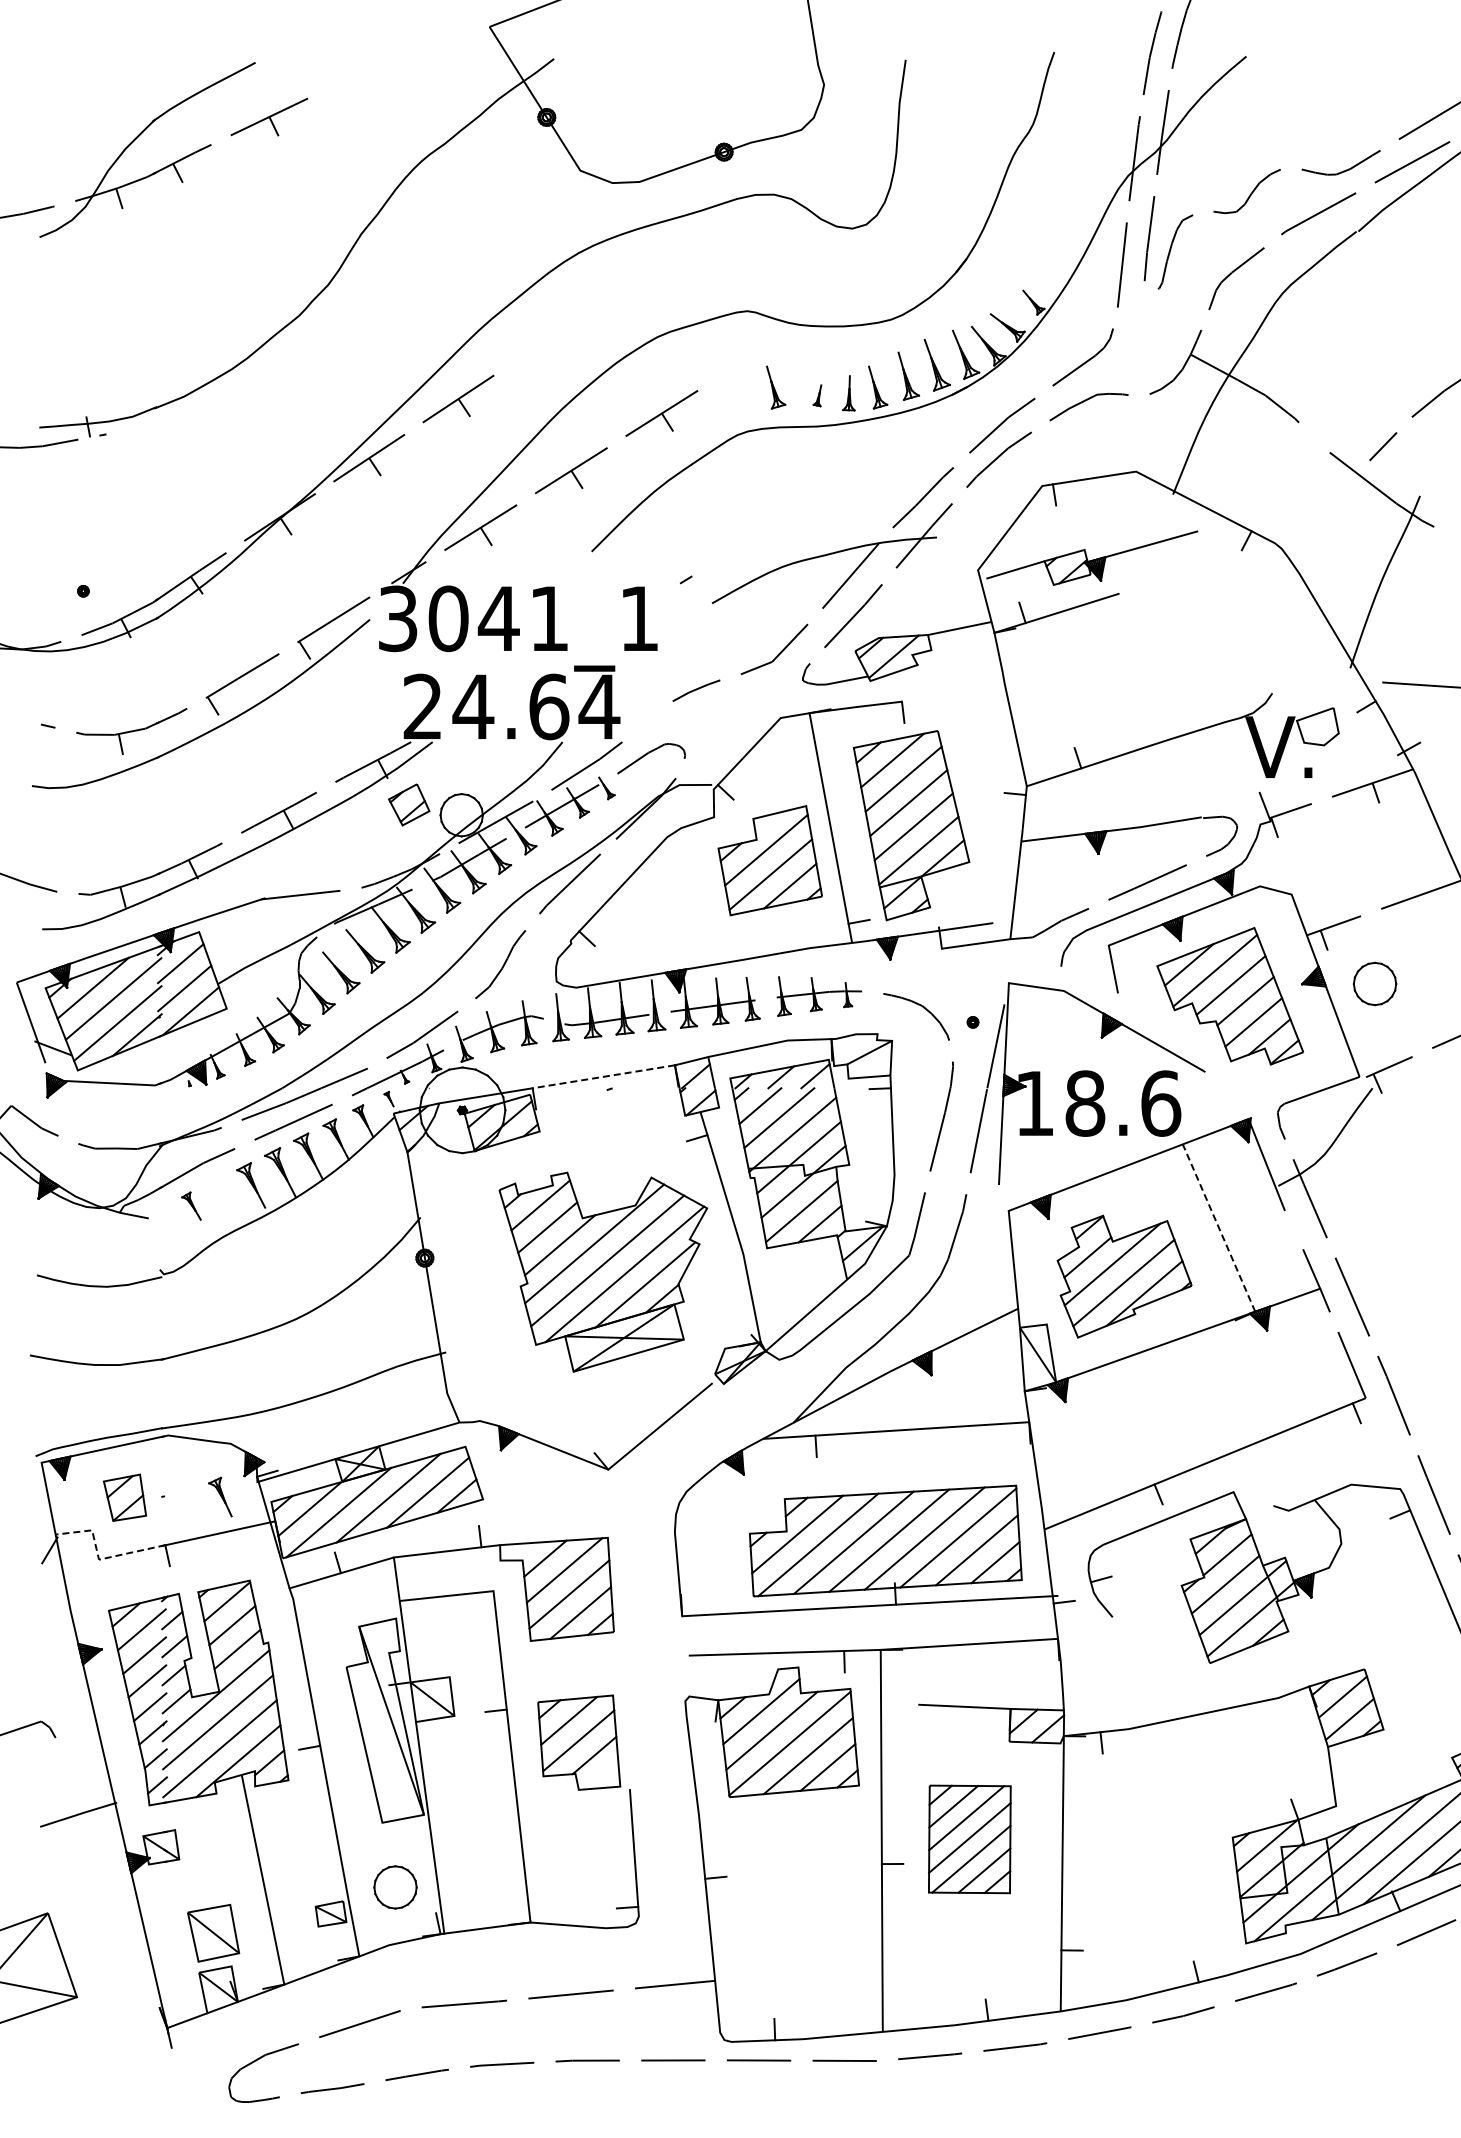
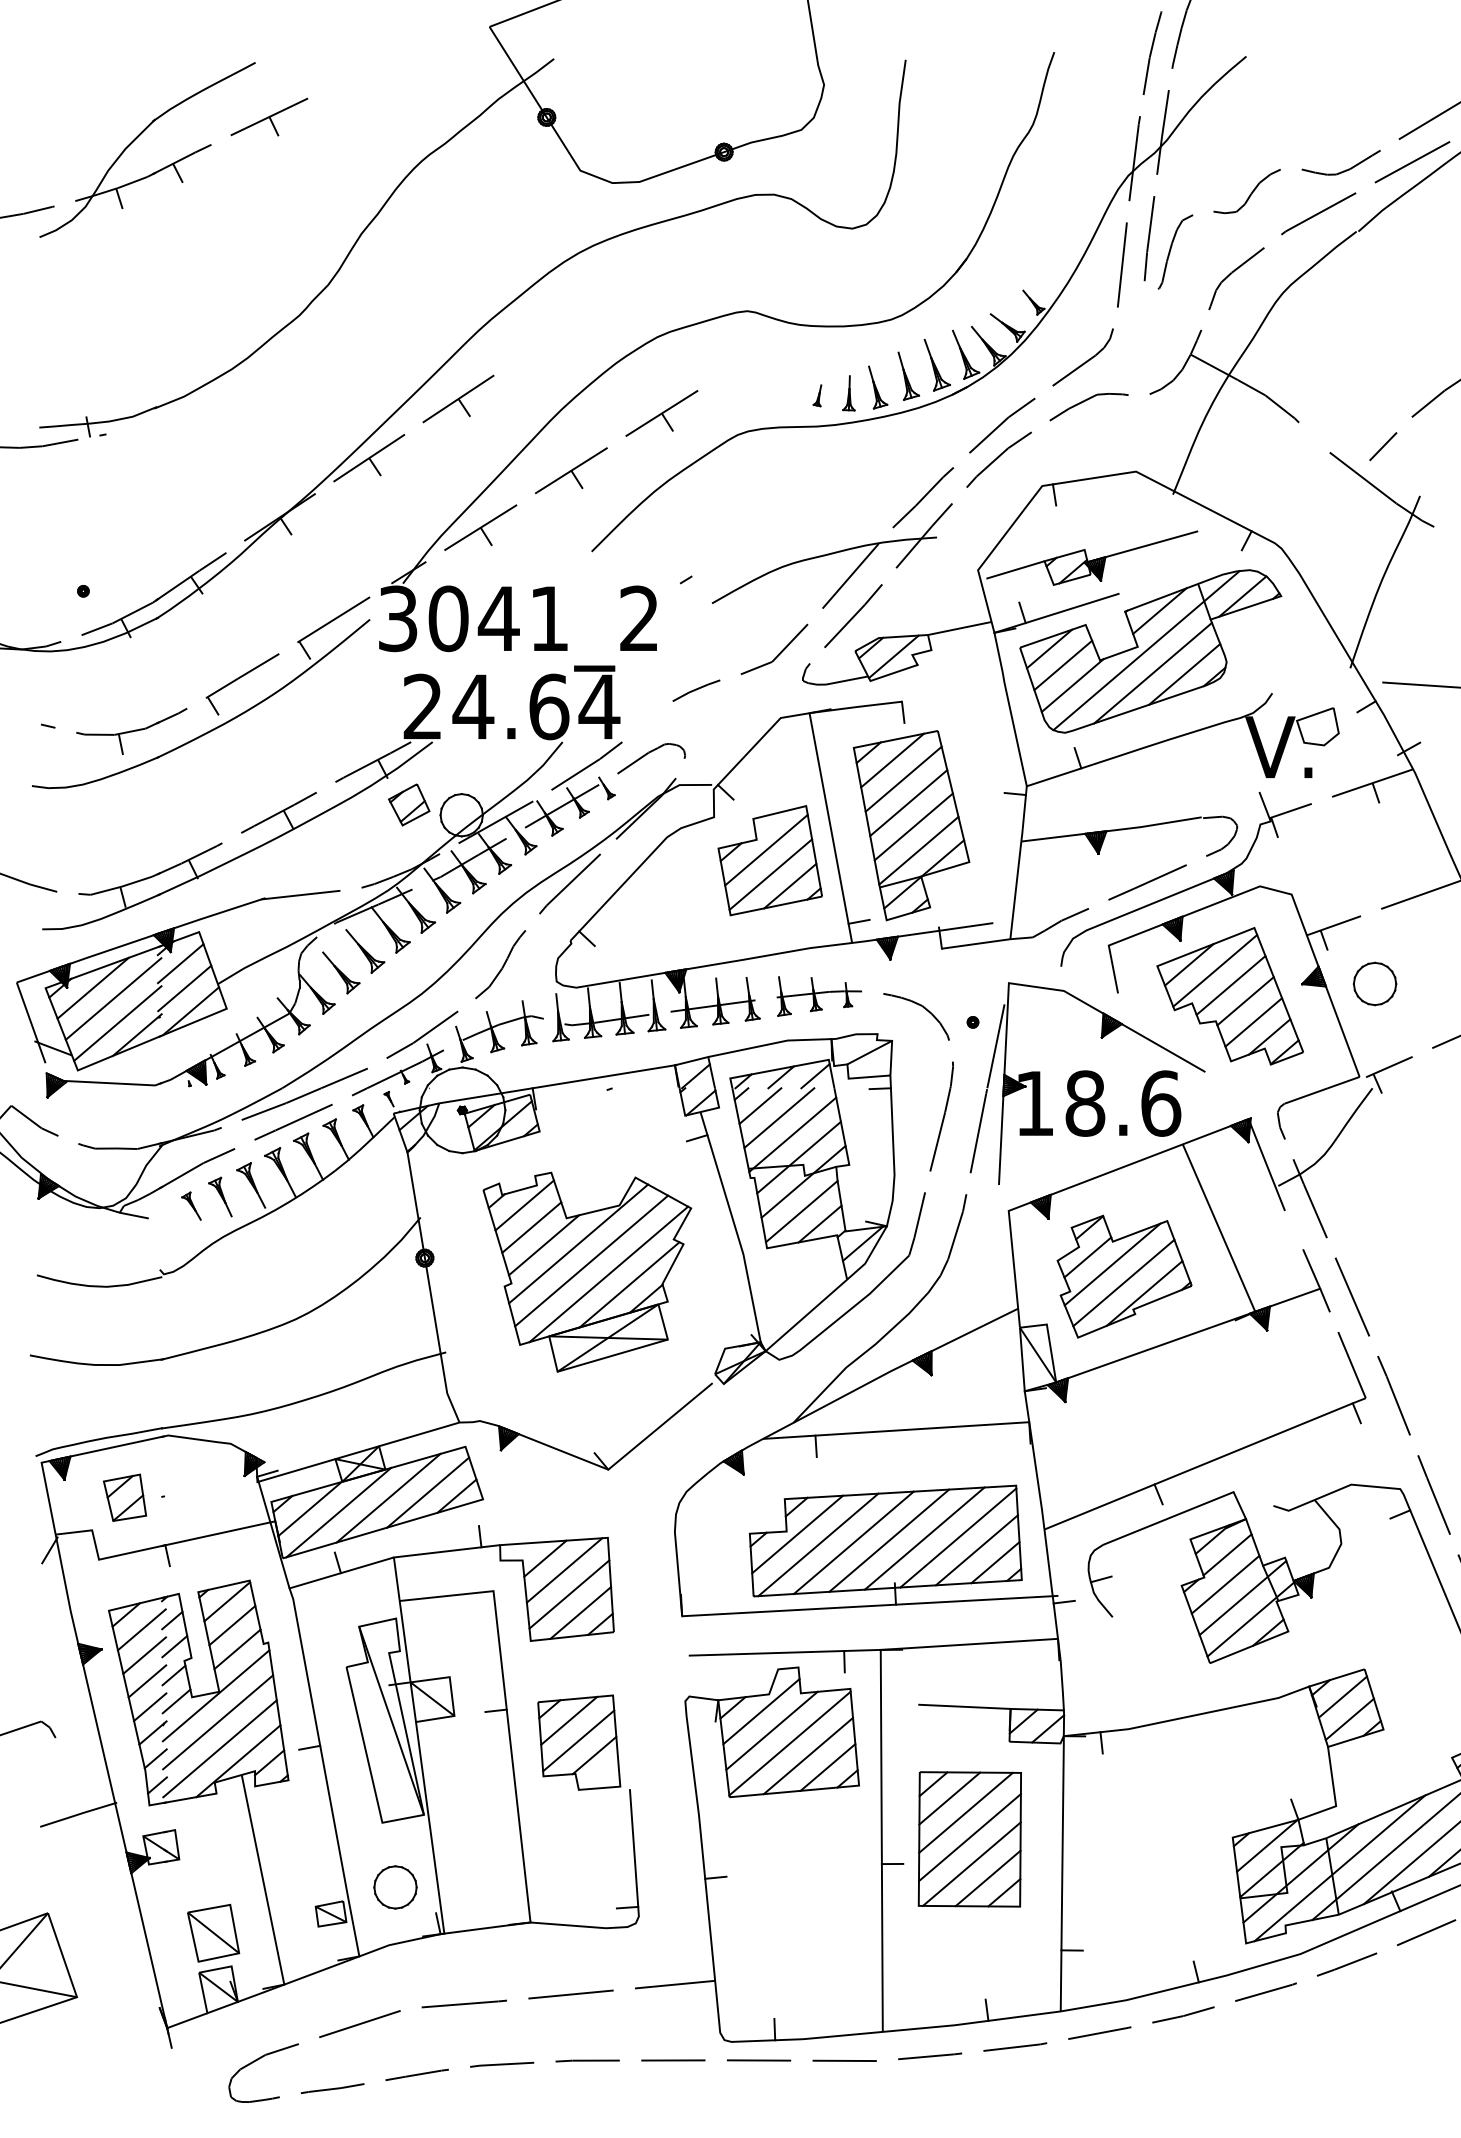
part at (776, 387): present -> none
text at (638, 617): 3041_1 -> 3041_2
part at (1150, 651): none -> present
line at (603, 1076): dashed -> solid
line at (1218, 1227): dashed -> solid
part at (603, 1271) position: (603, 1271) -> (587, 1271)
part at (220, 1496) position: (220, 1496) -> (220, 1196)
line at (99, 1559): dashed -> solid
part at (969, 1839) size: 84x111 px -> 105x137 px
